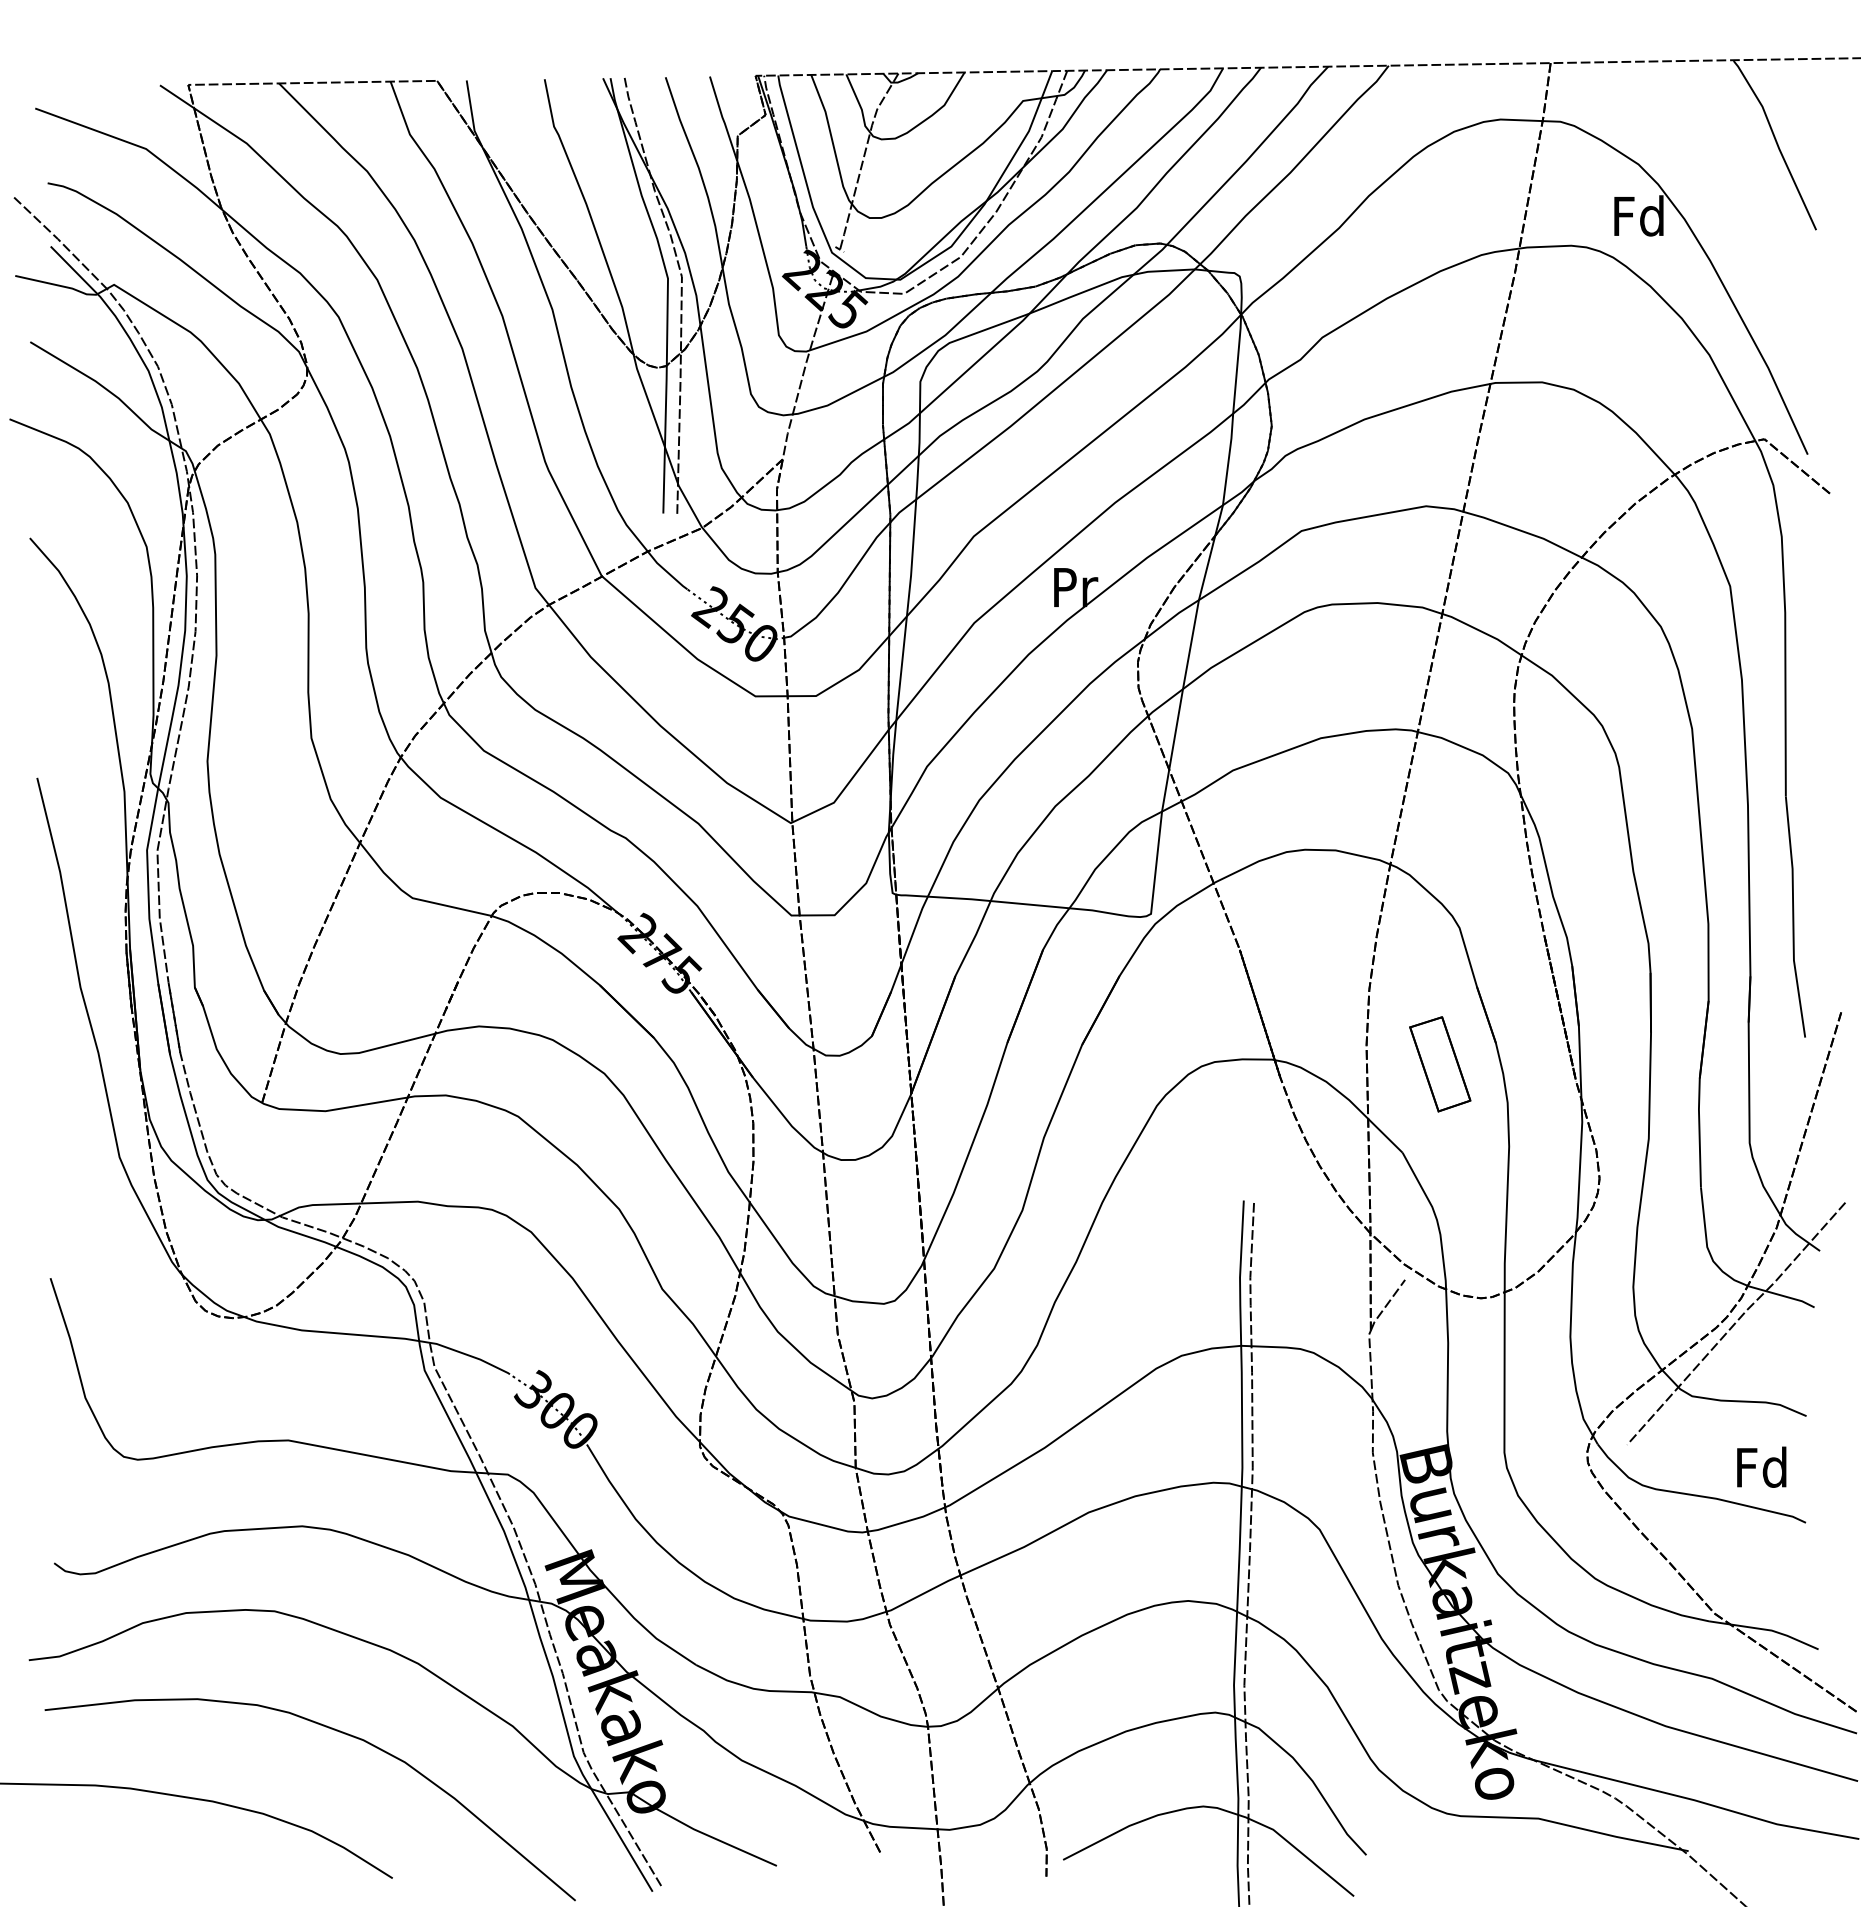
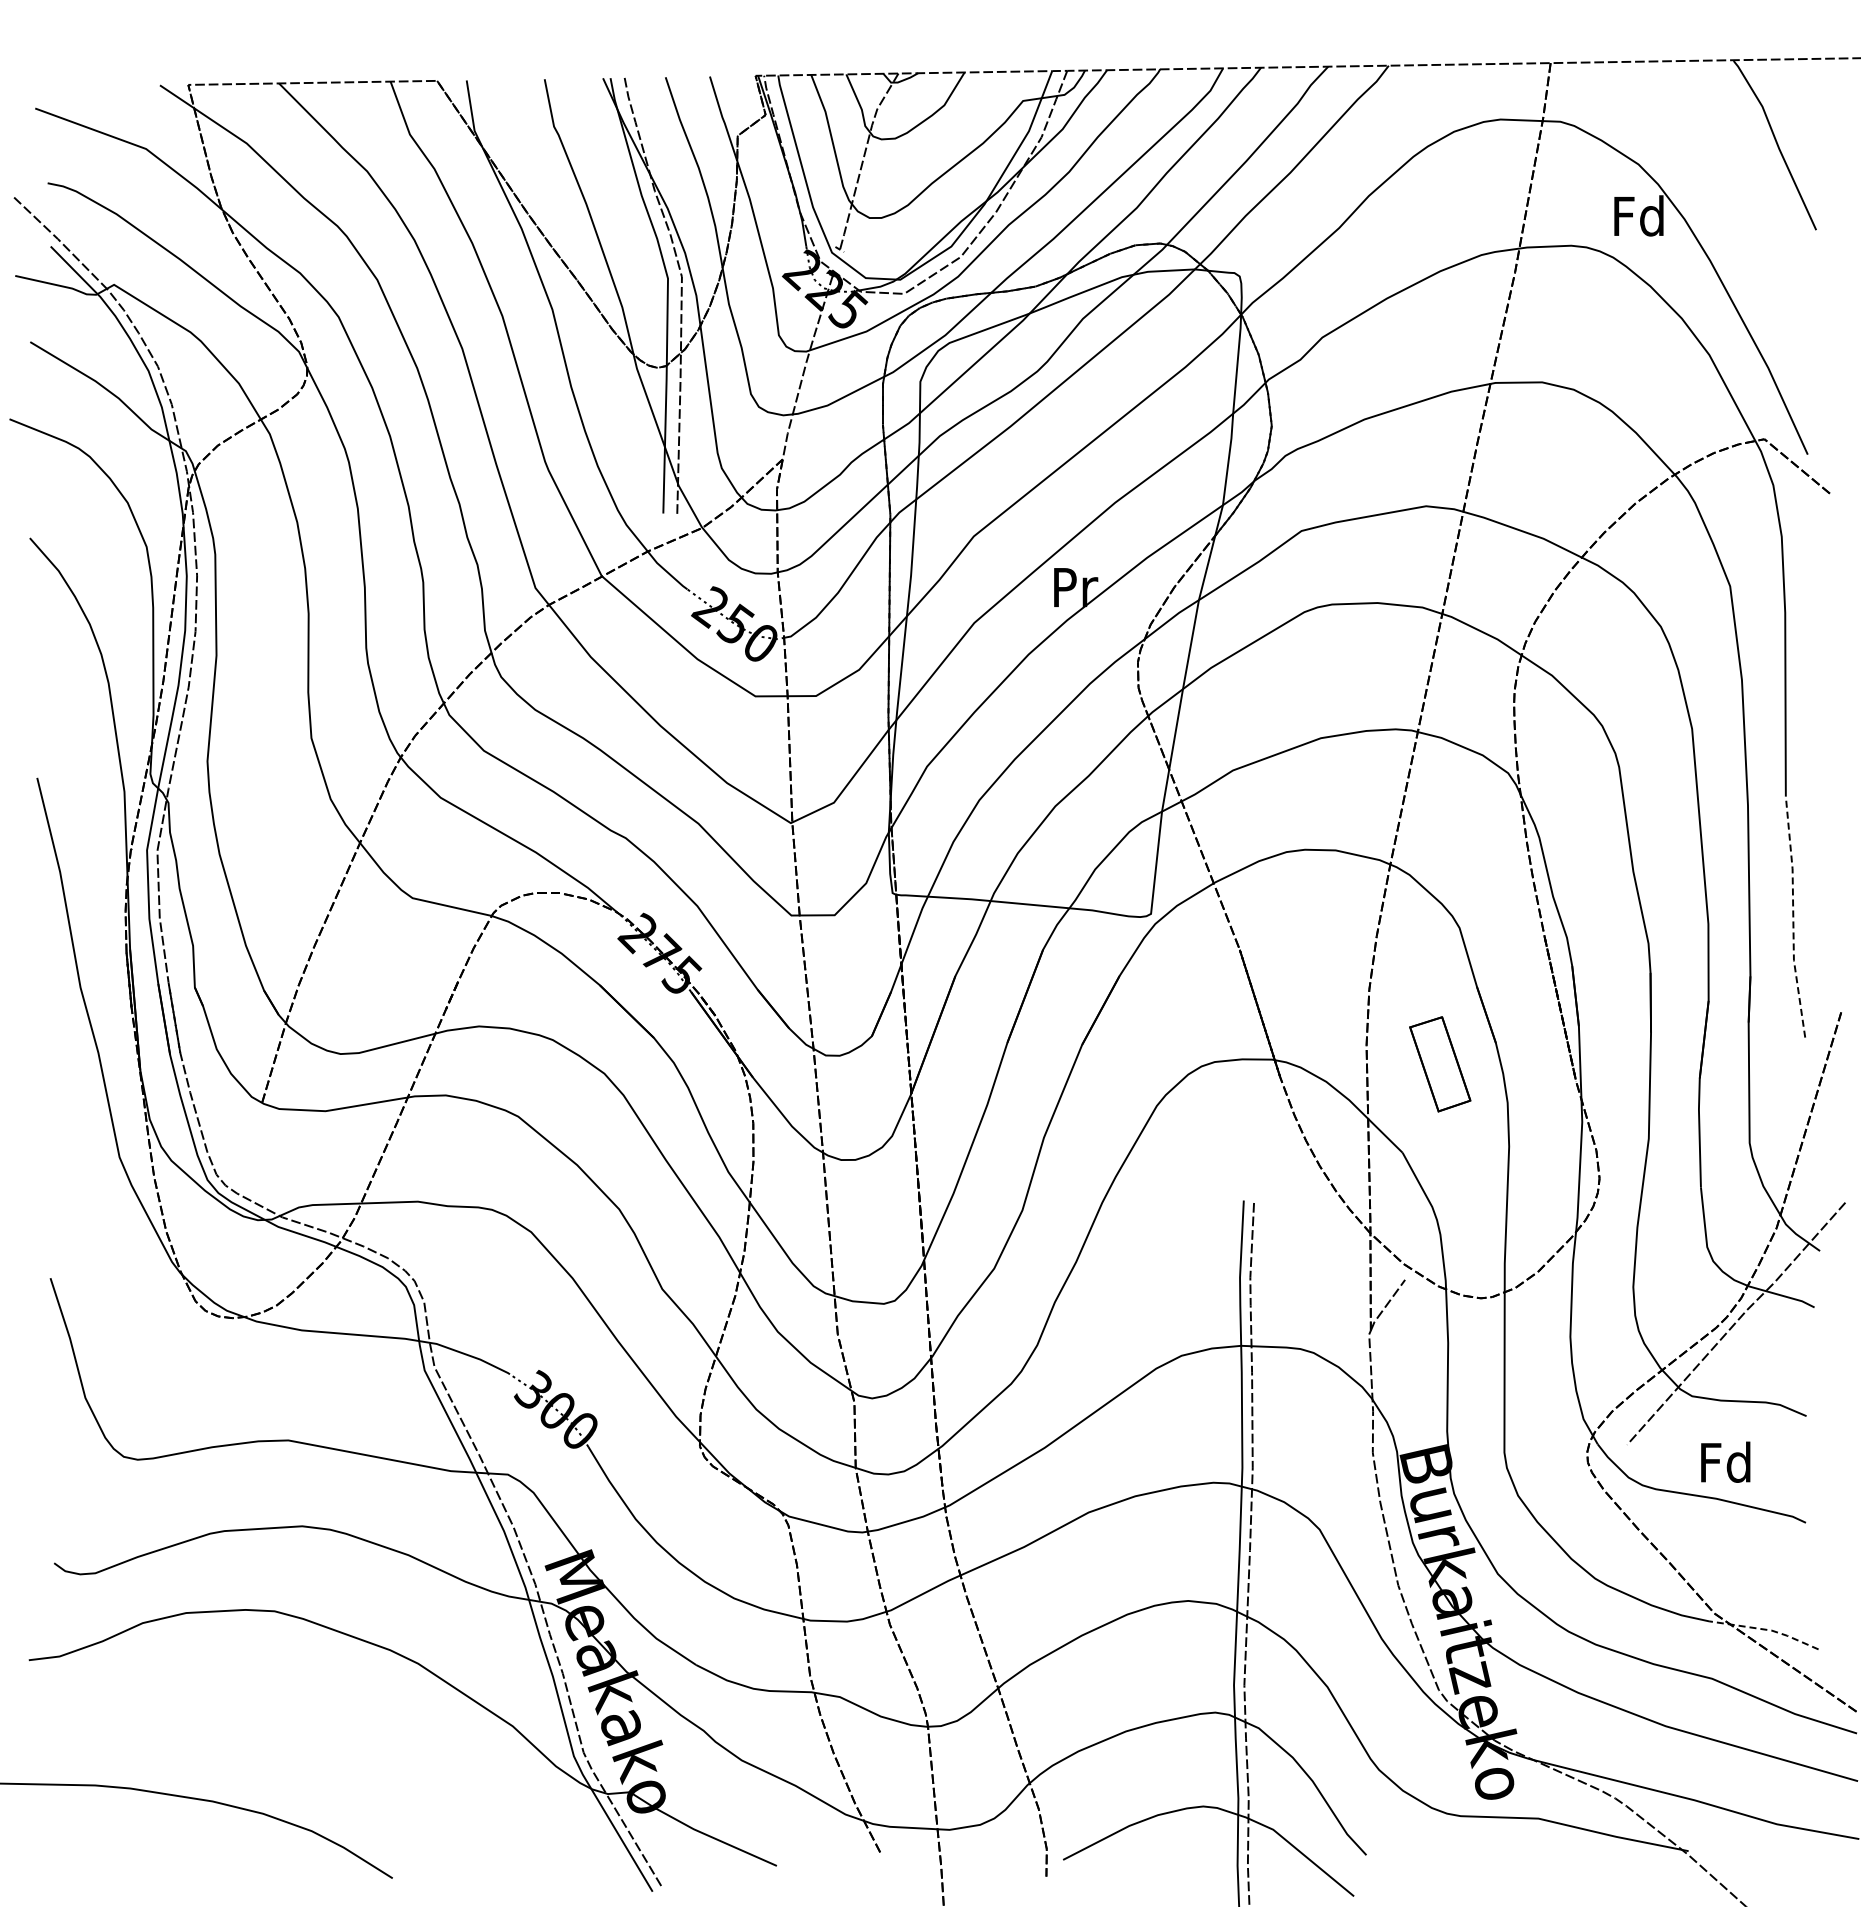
line at (1793, 917): solid -> dashed
text at (1761, 1466) position: (1761, 1466) -> (1725, 1461)
line at (1766, 1629): solid -> dashed
curve at (333, 1730): present -> none
